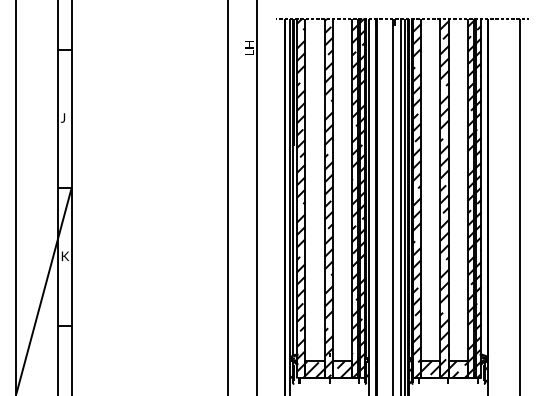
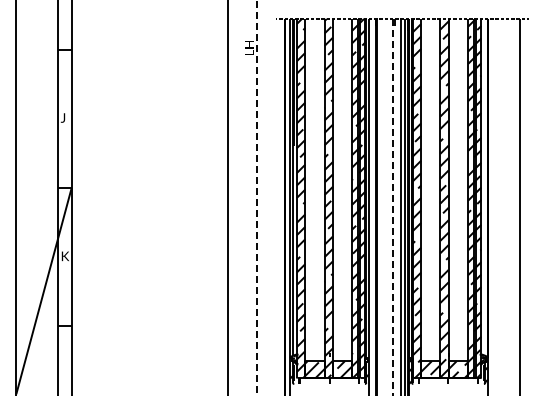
line at (256, 197): solid -> dashed
line at (392, 207): solid -> dashed
